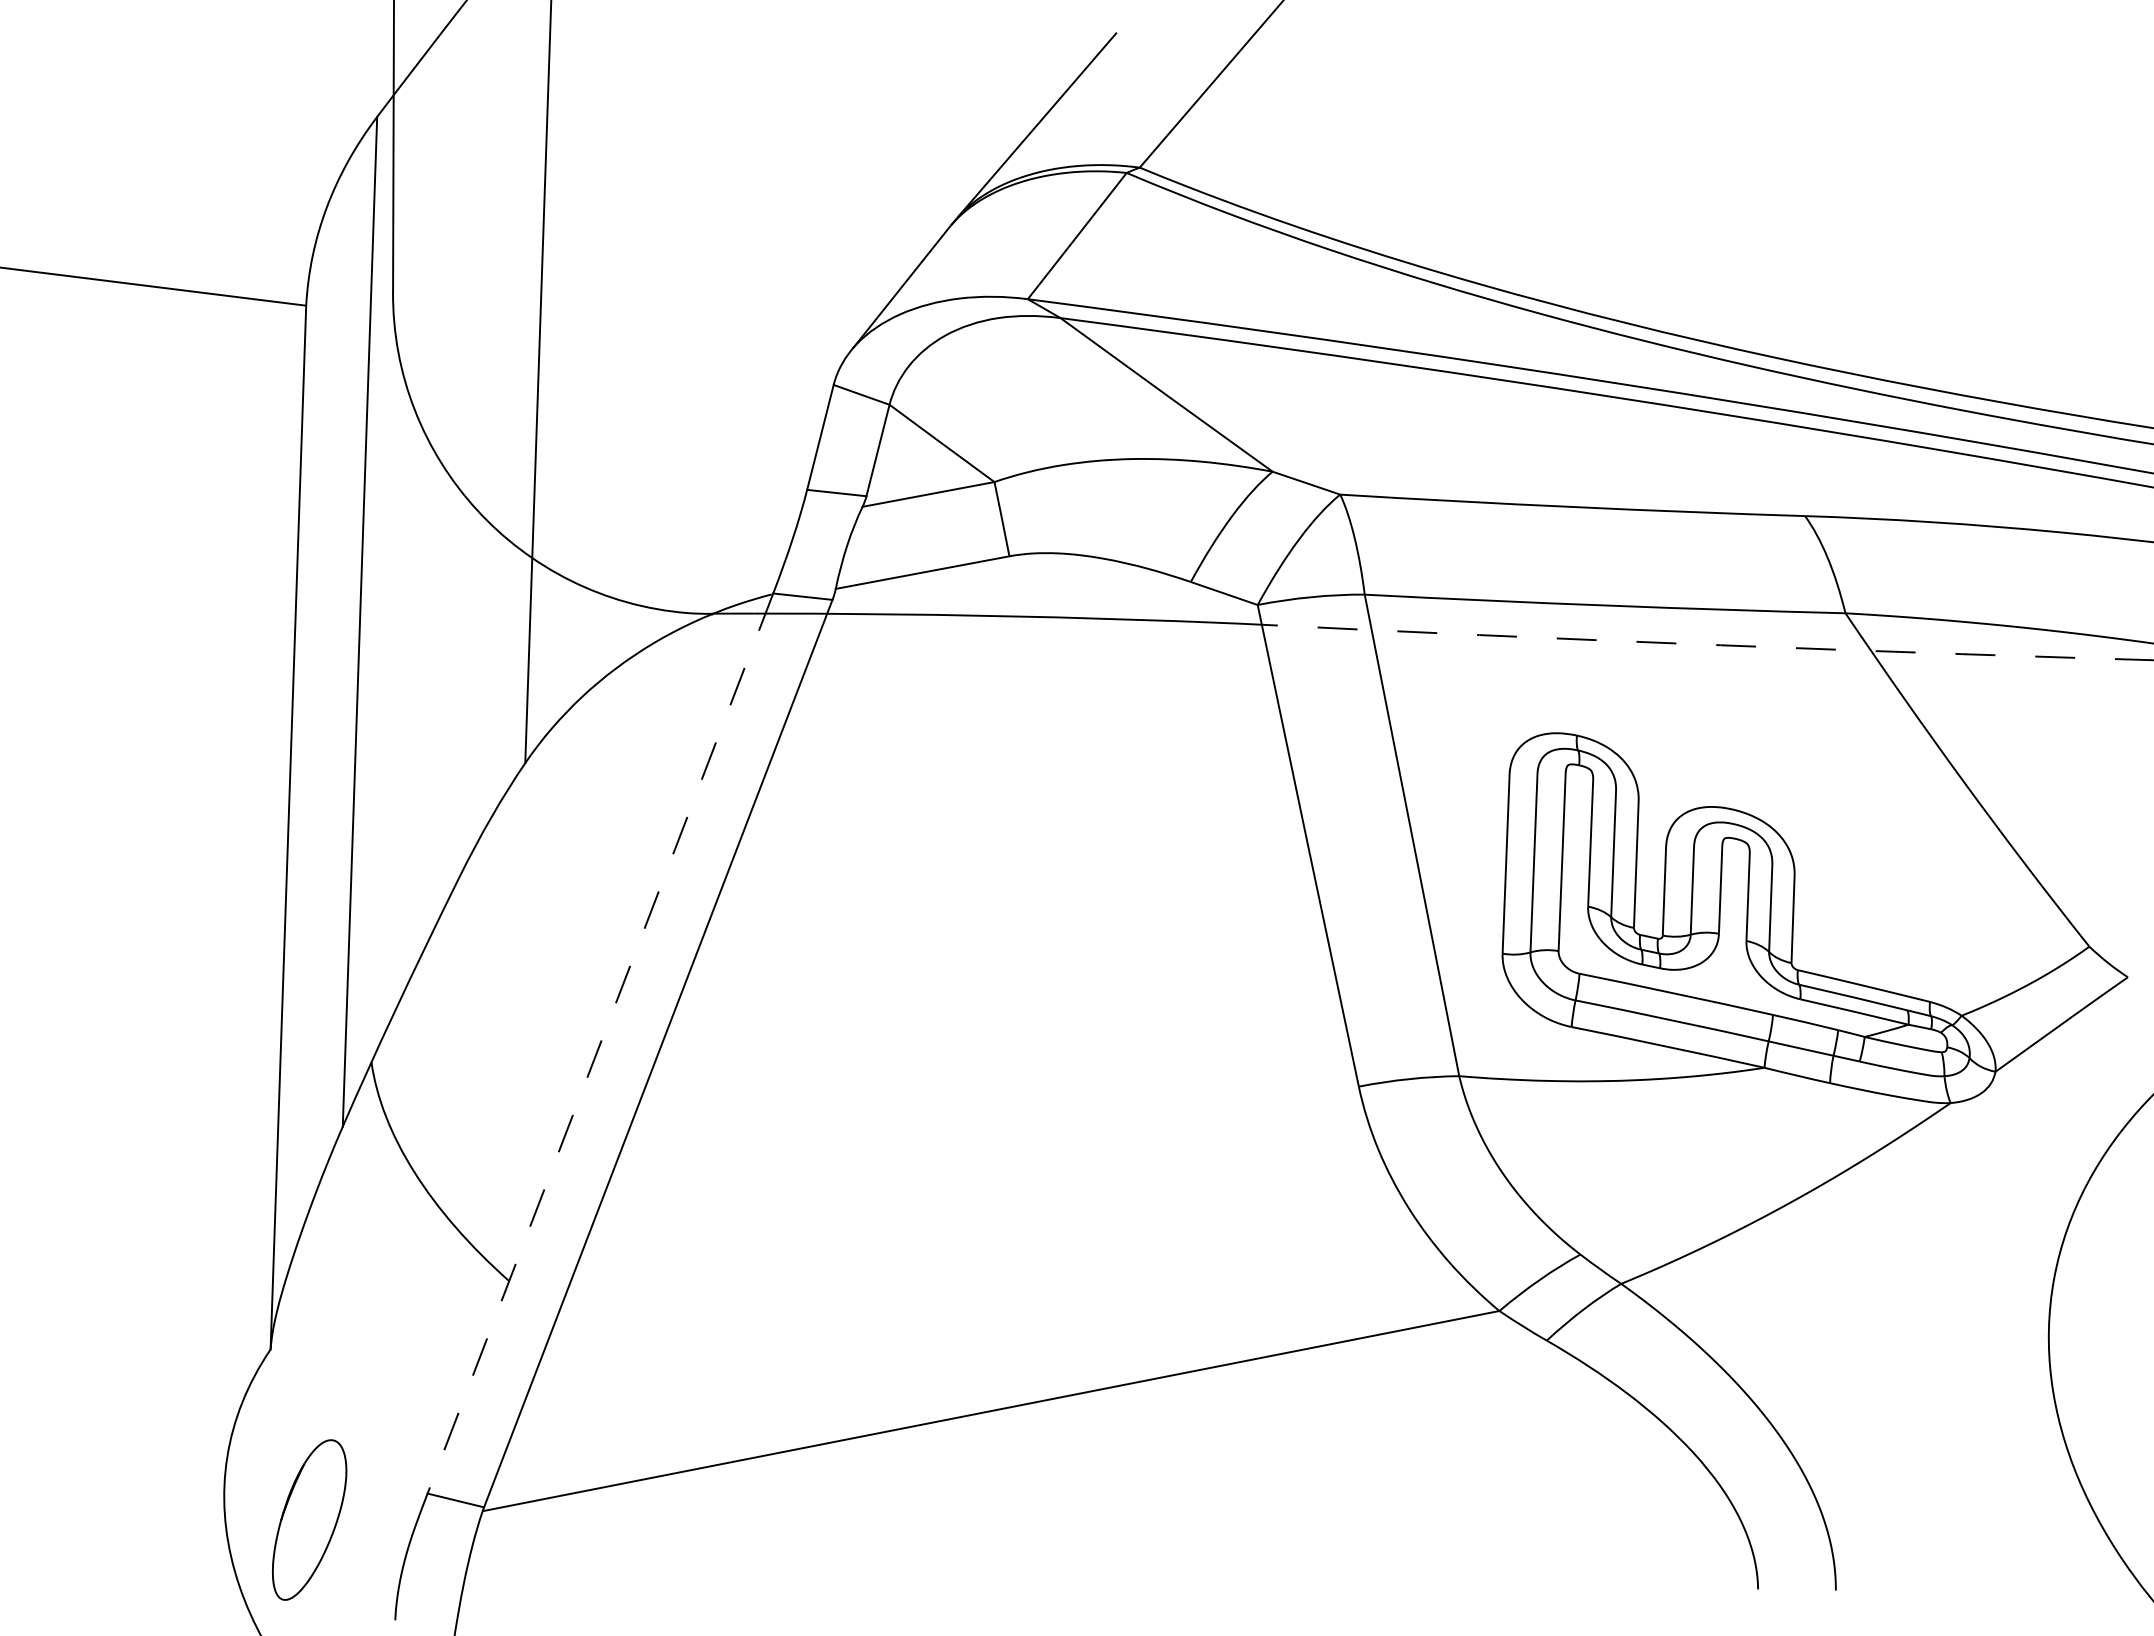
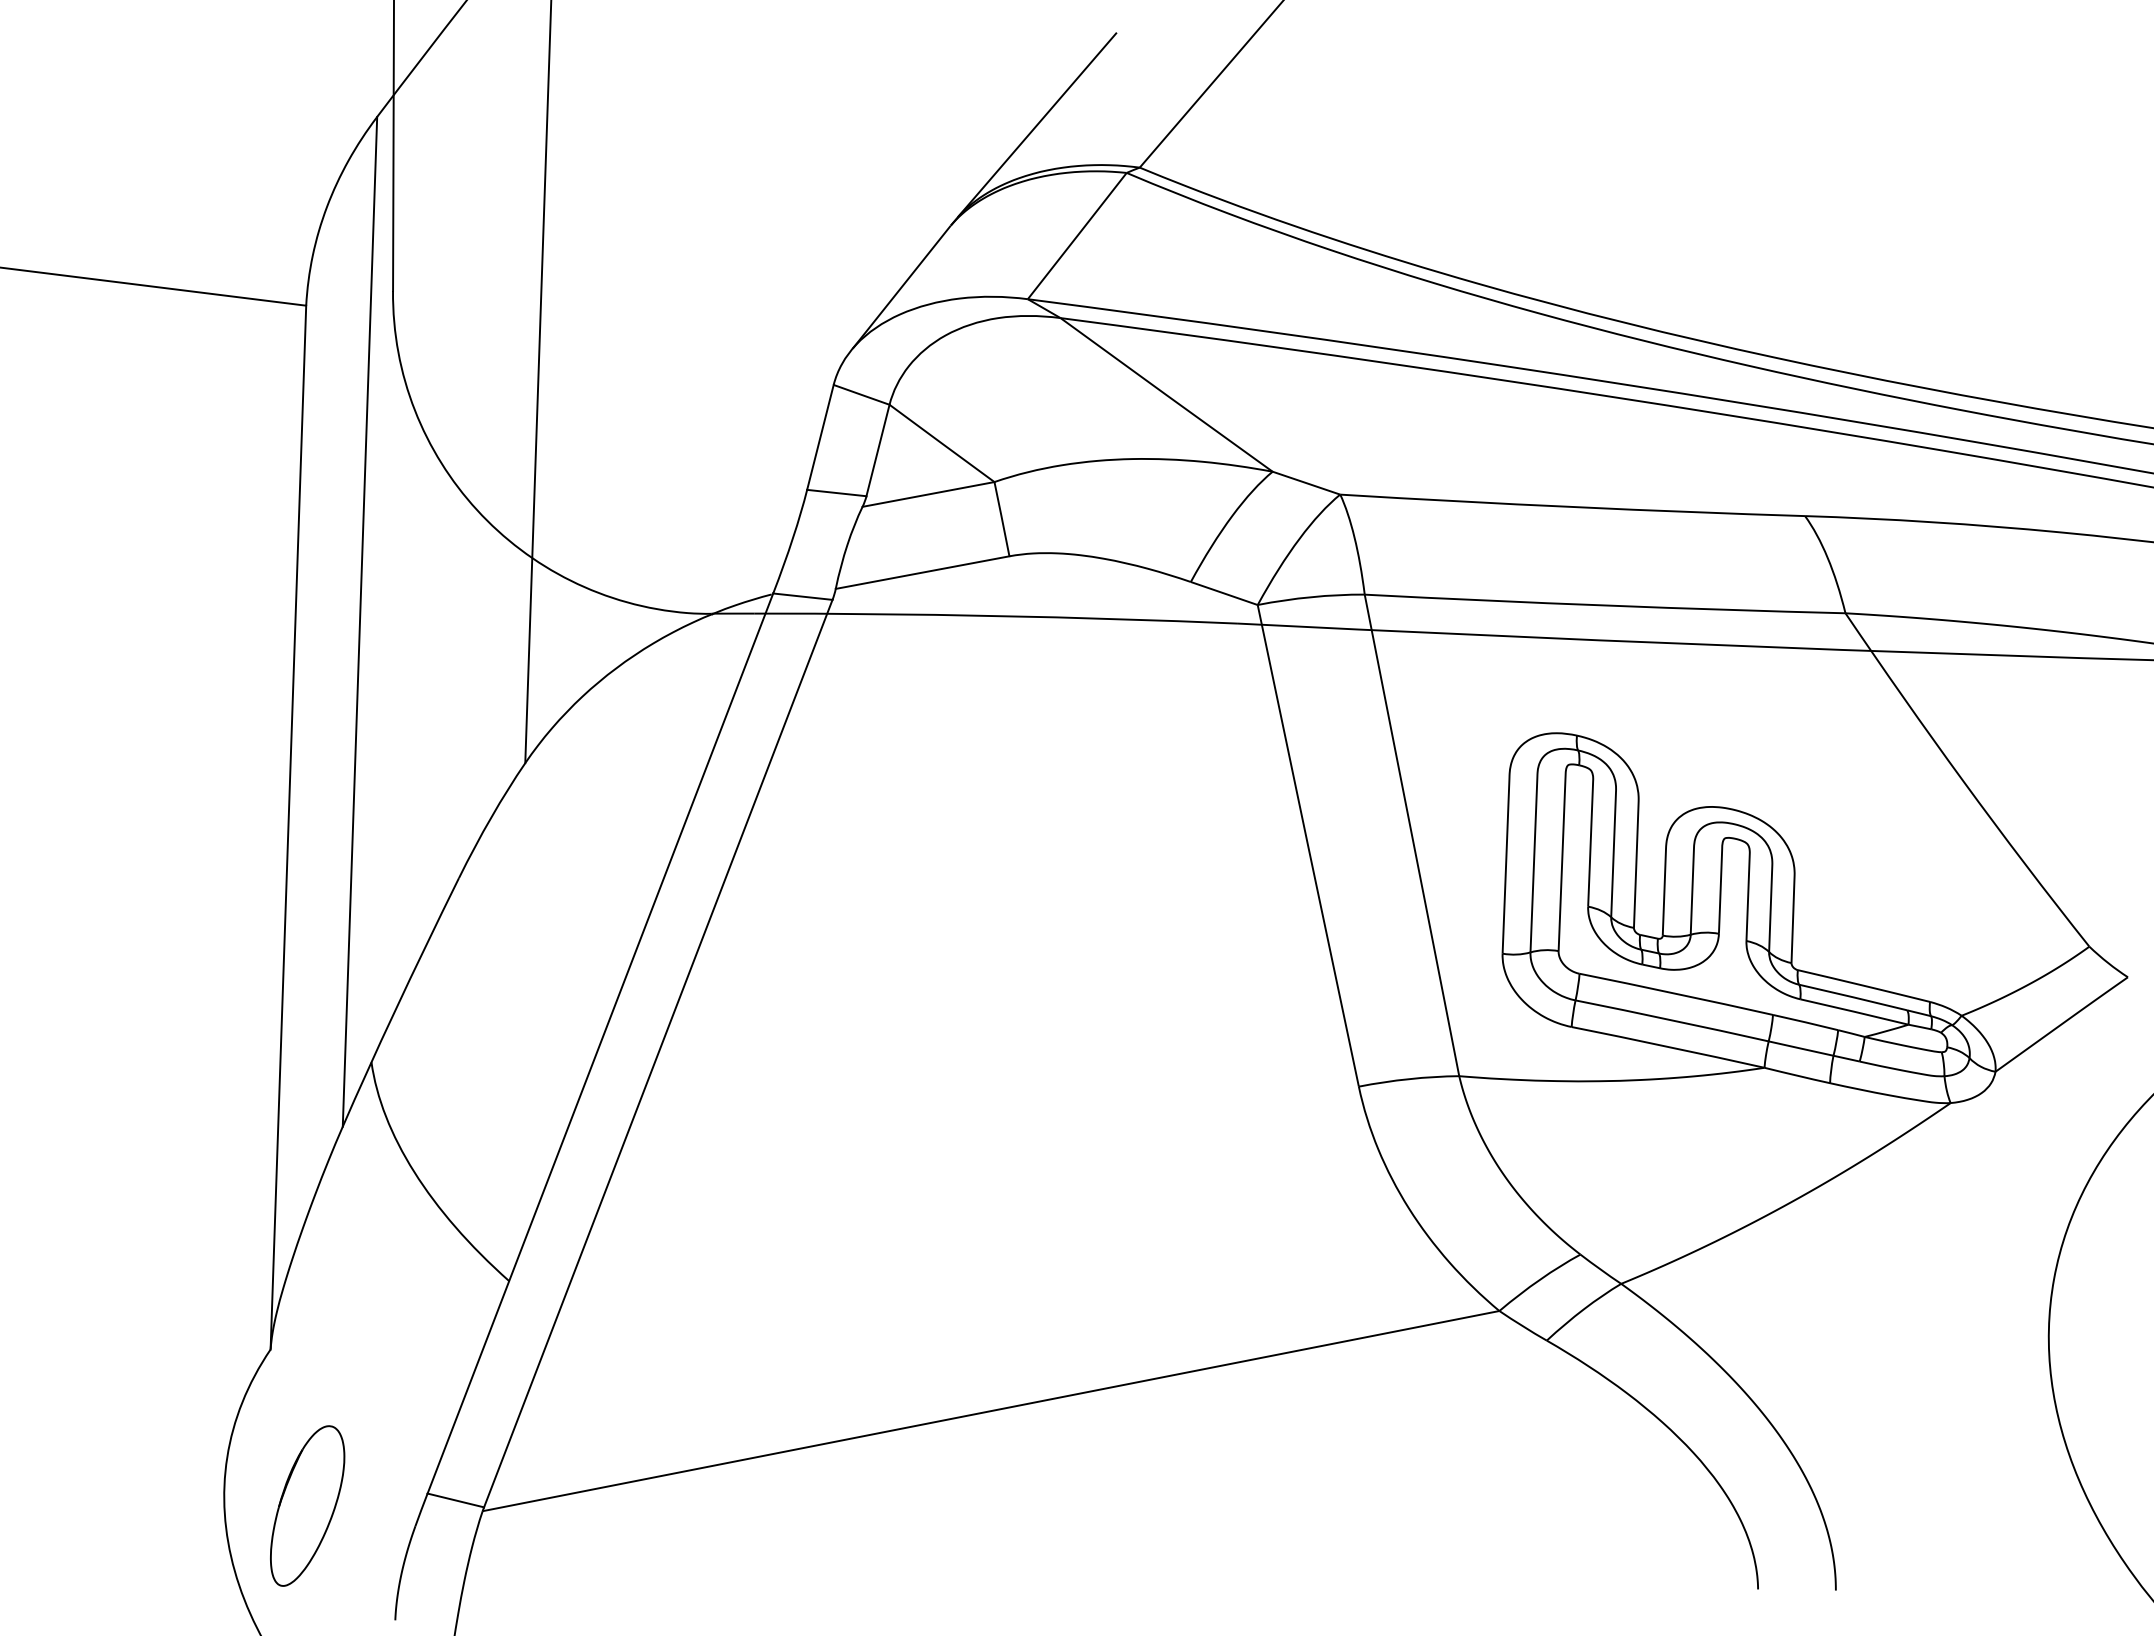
arc at (1696, 644): dashed -> solid
line at (600, 1044): dashed -> solid
part at (309, 1519) position: (309, 1519) -> (307, 1505)
